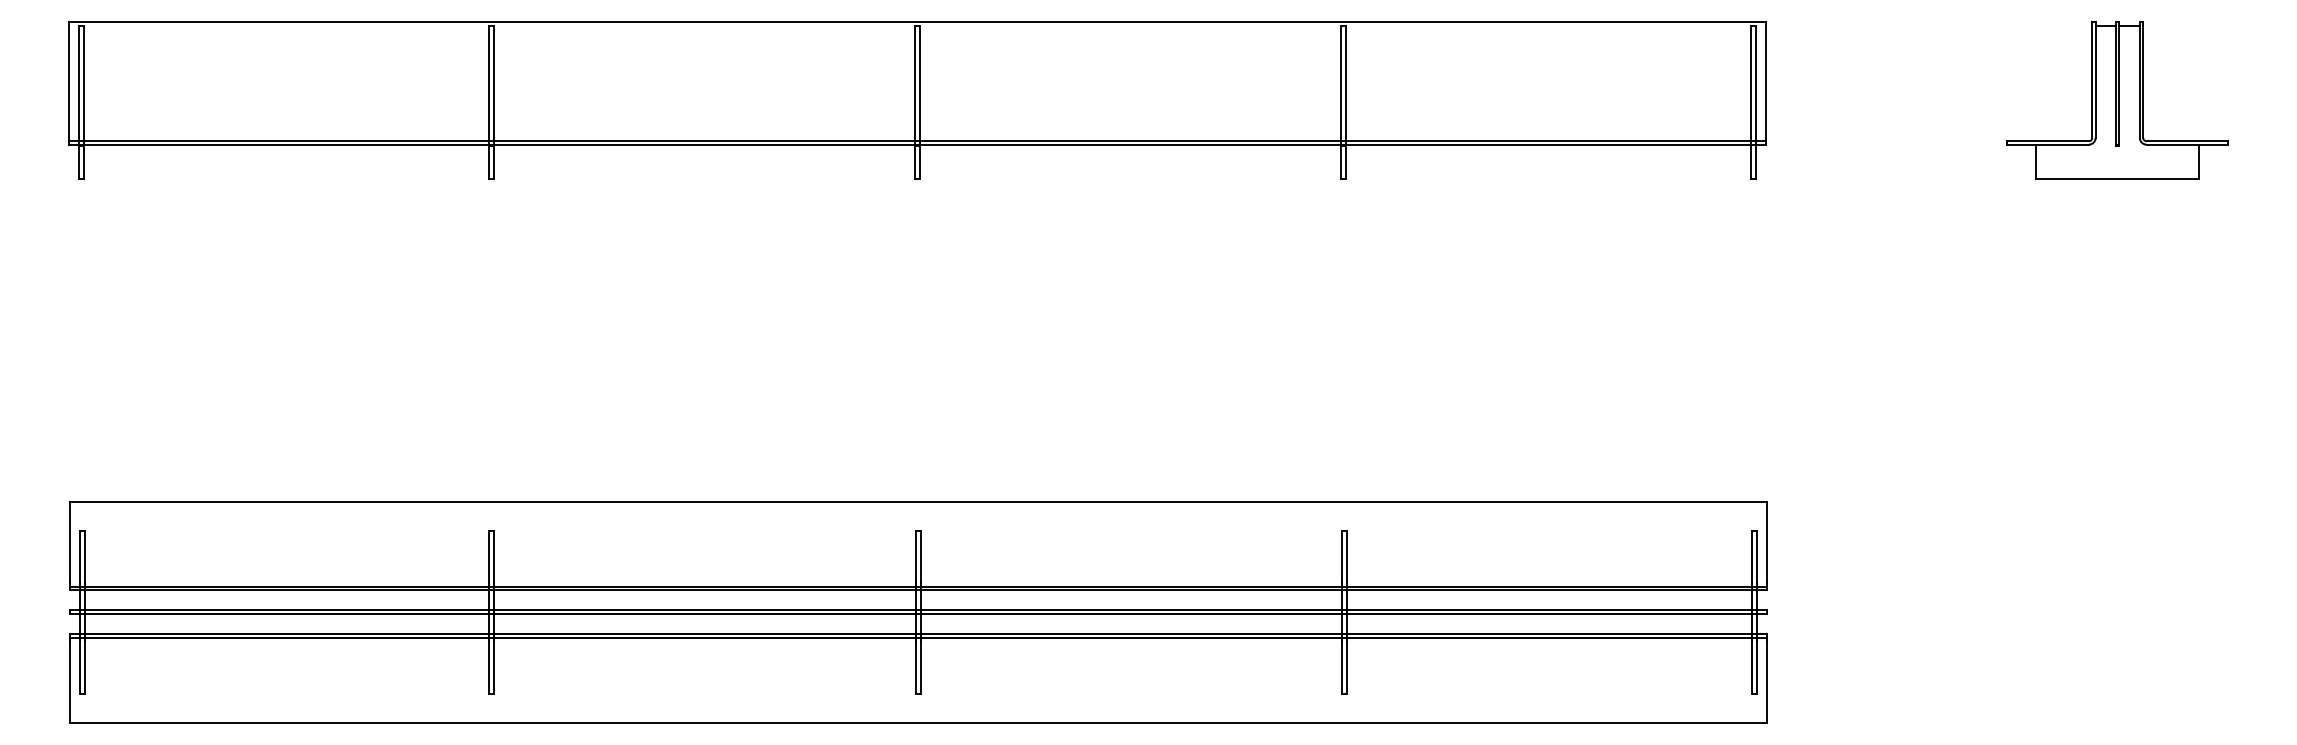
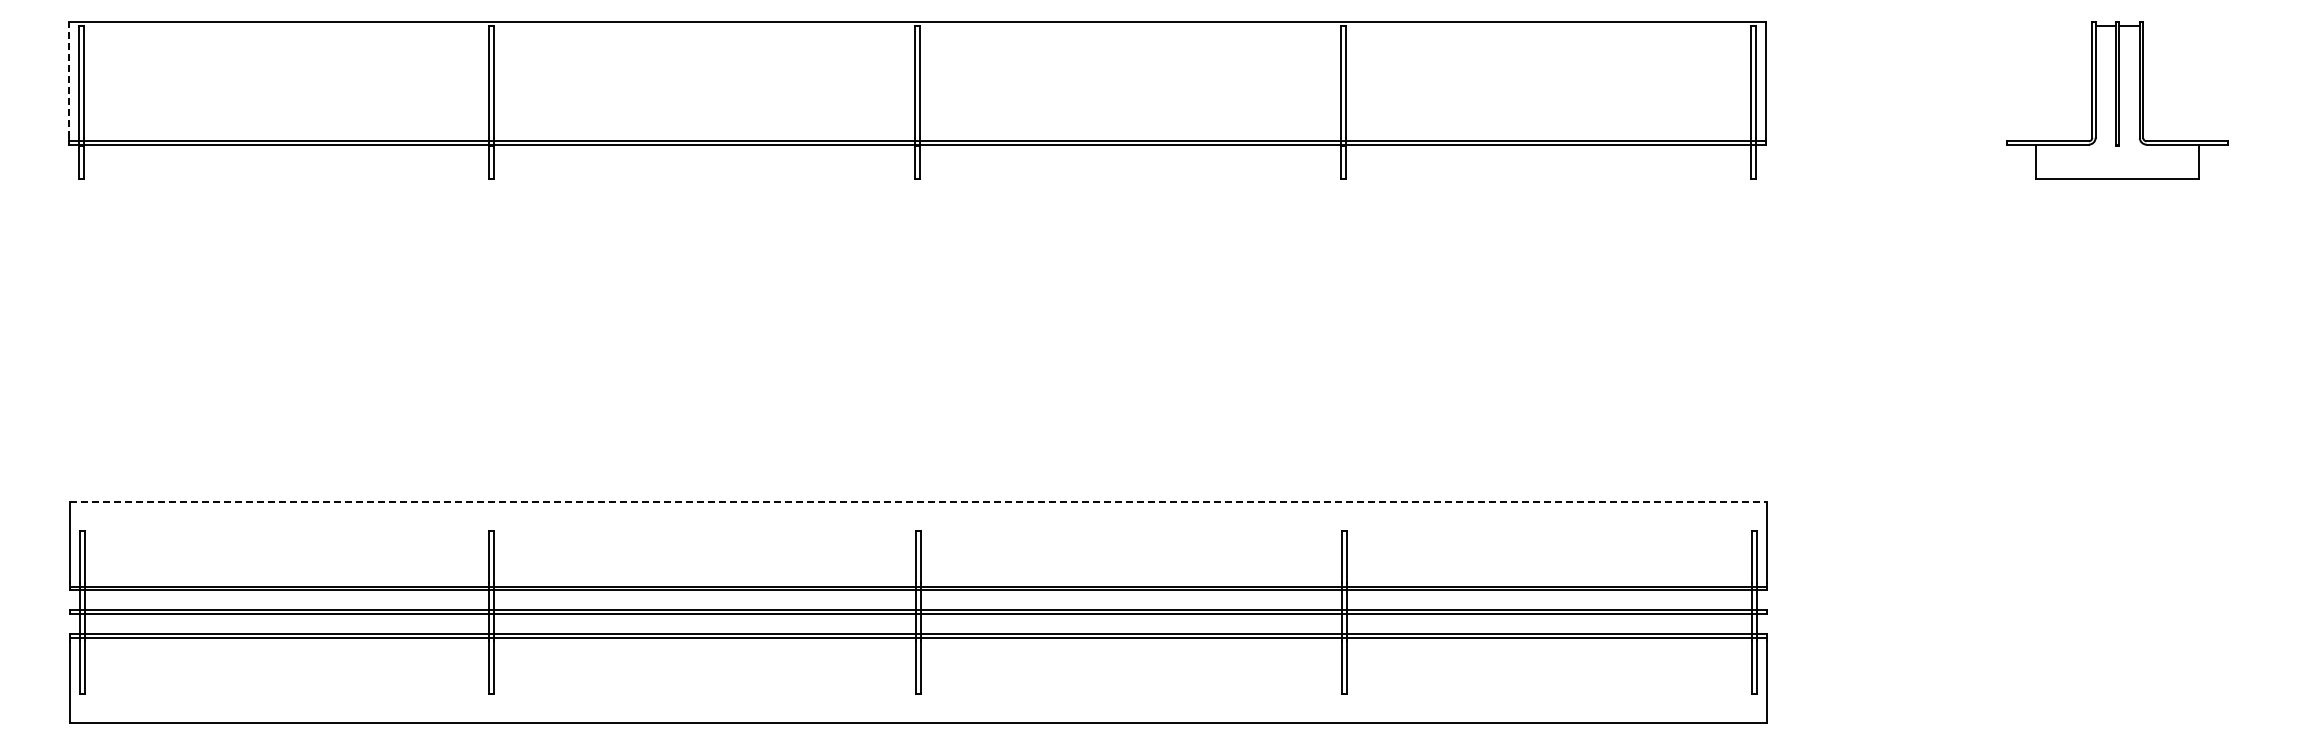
line at (68, 80): solid -> dashed
line at (918, 501): solid -> dashed
